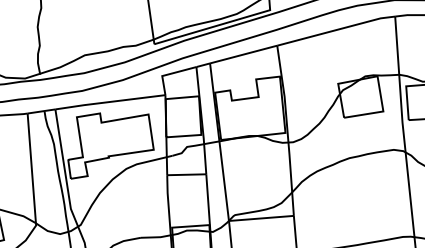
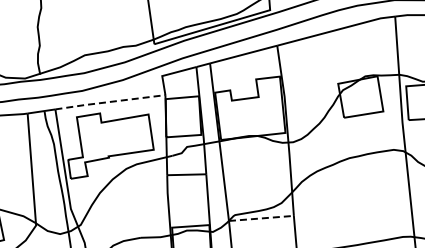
line at (109, 101): solid -> dashed
line at (261, 218): solid -> dashed
